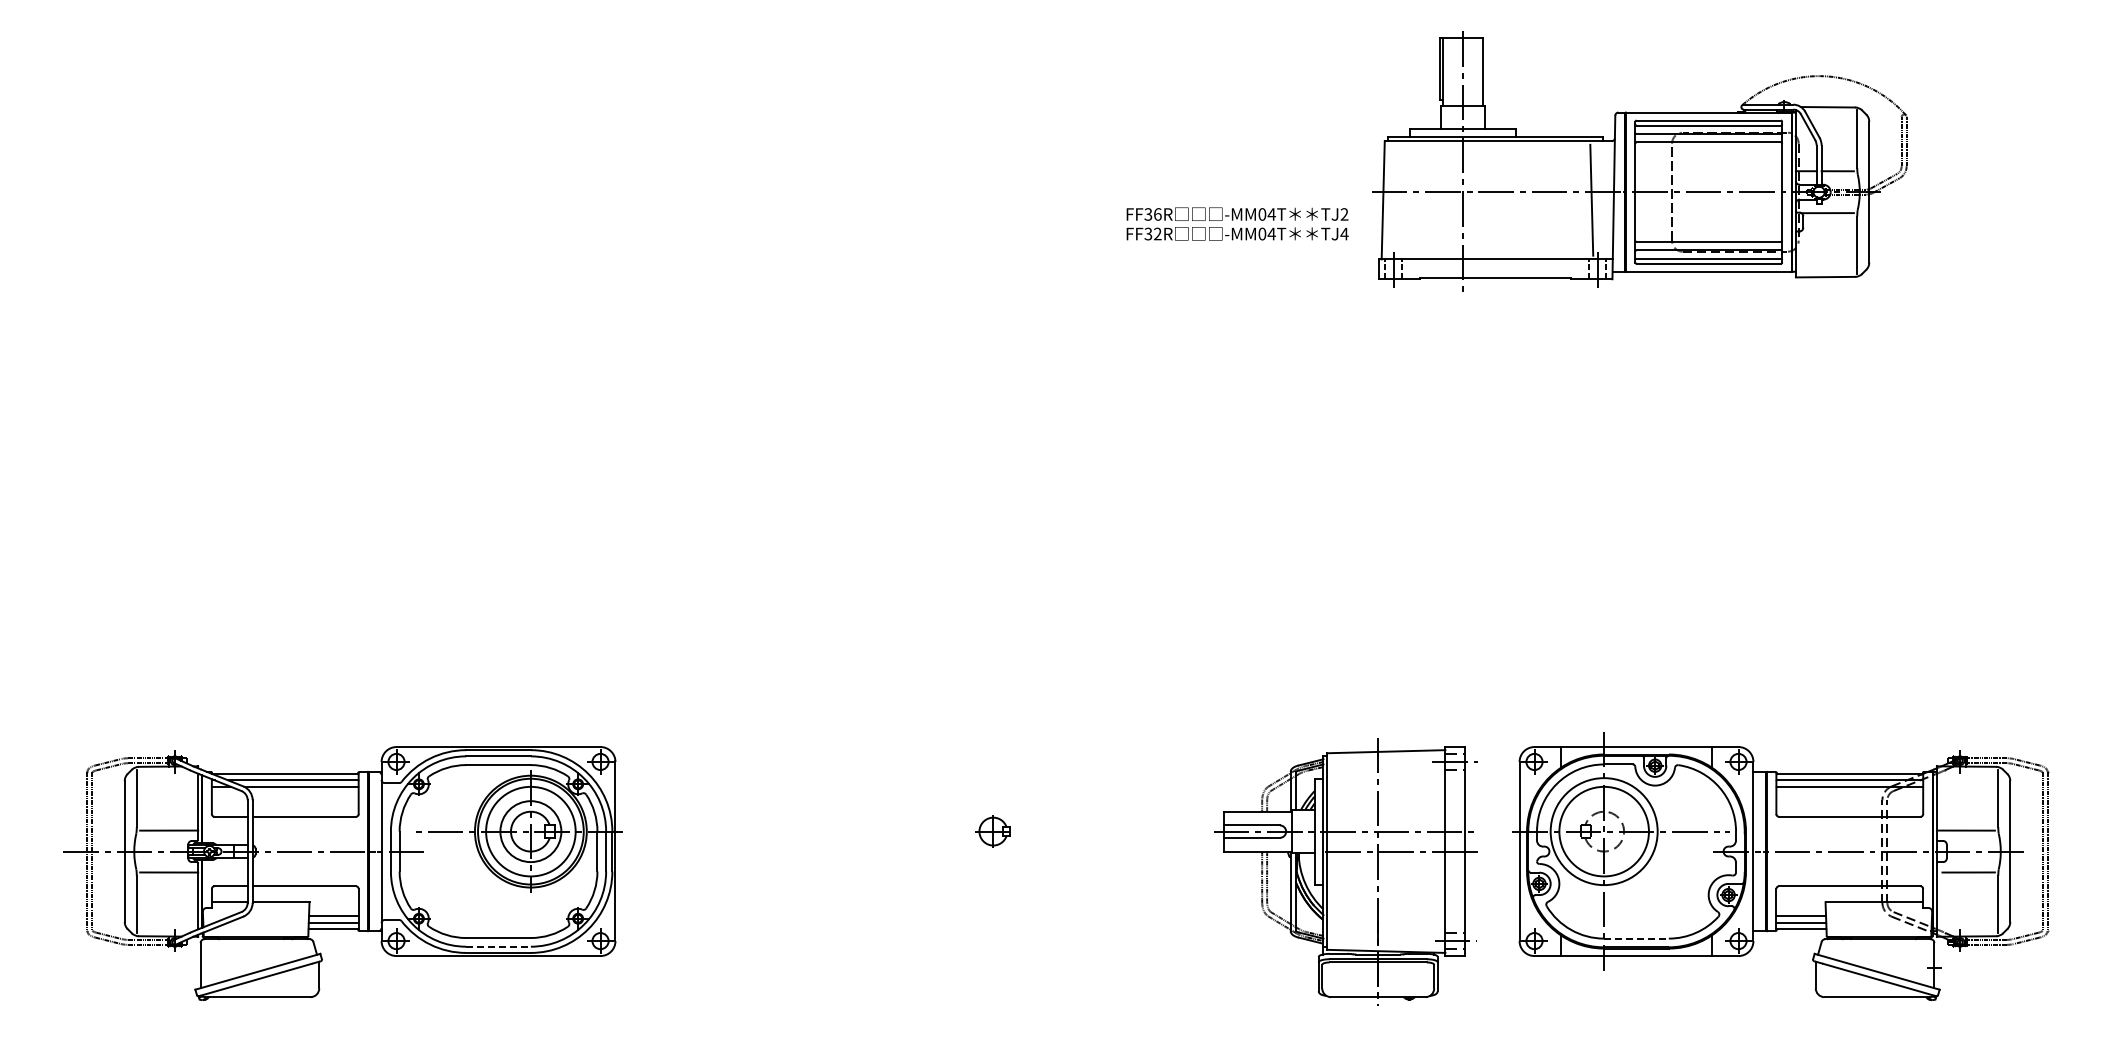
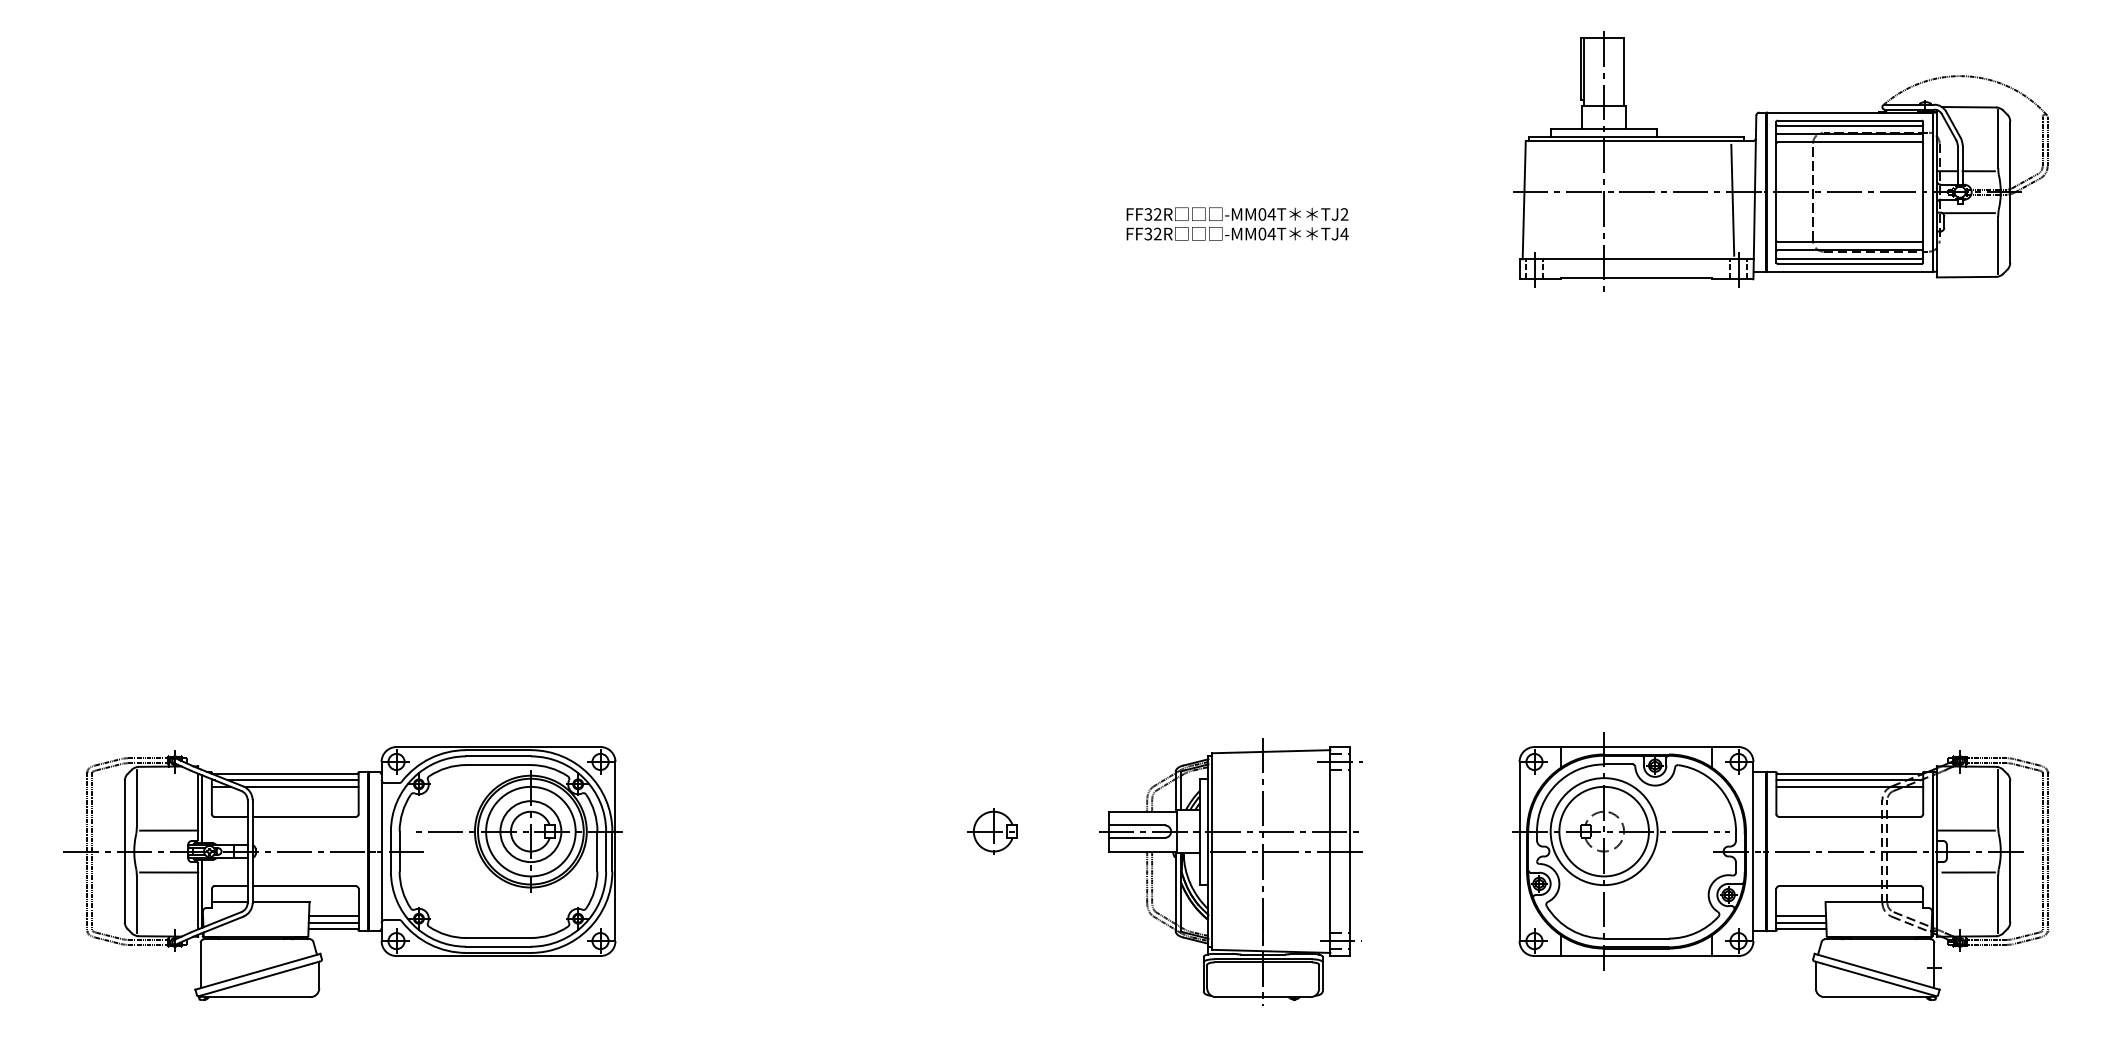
part at (1639, 161) position: (1639, 161) -> (1780, 161)
text at (1157, 214): FF36R -> FF32R
part at (992, 831) size: 36x33 px -> 51x47 px
part at (1345, 871) position: (1345, 871) -> (1230, 871)
line at (1637, 938): dashed -> solid
line at (499, 946): dashed -> solid
